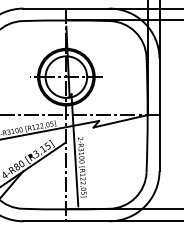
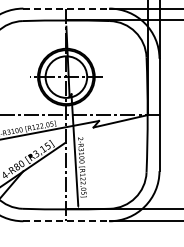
line at (66, 8): solid -> dashed
line at (66, 221): solid -> dashed
